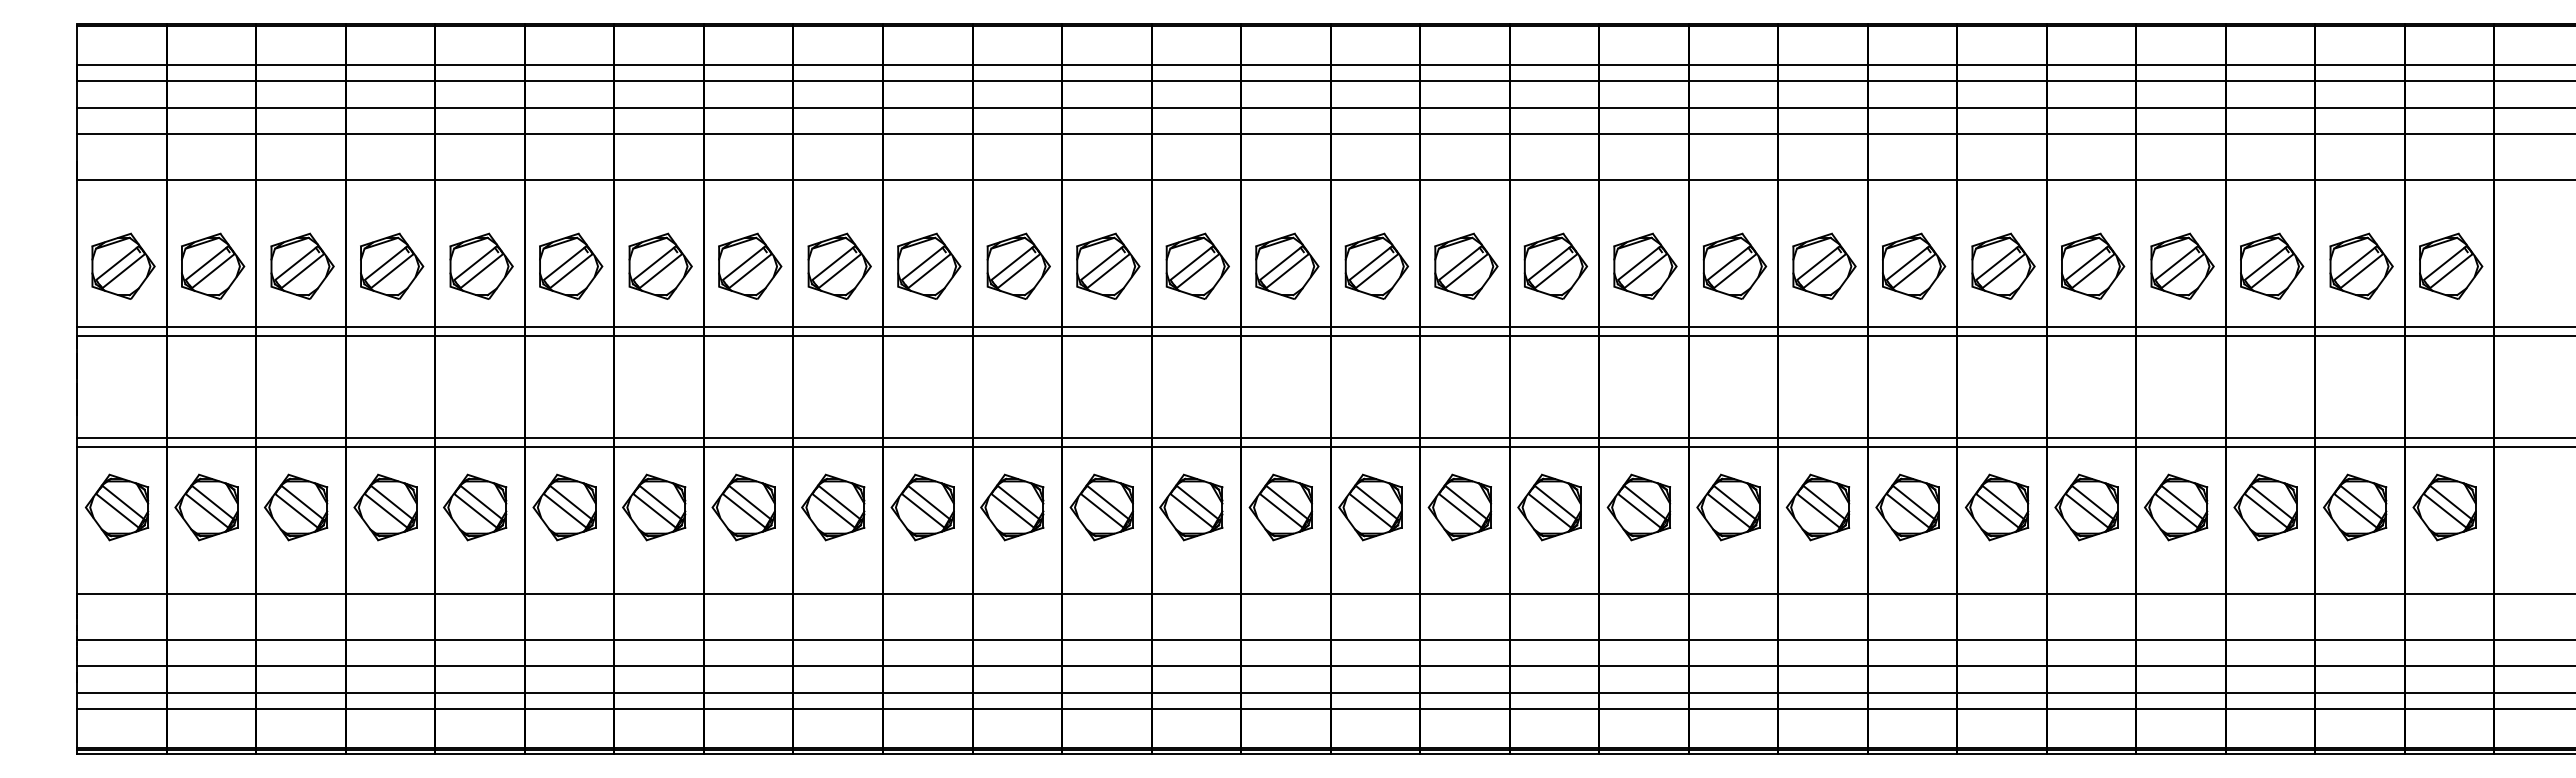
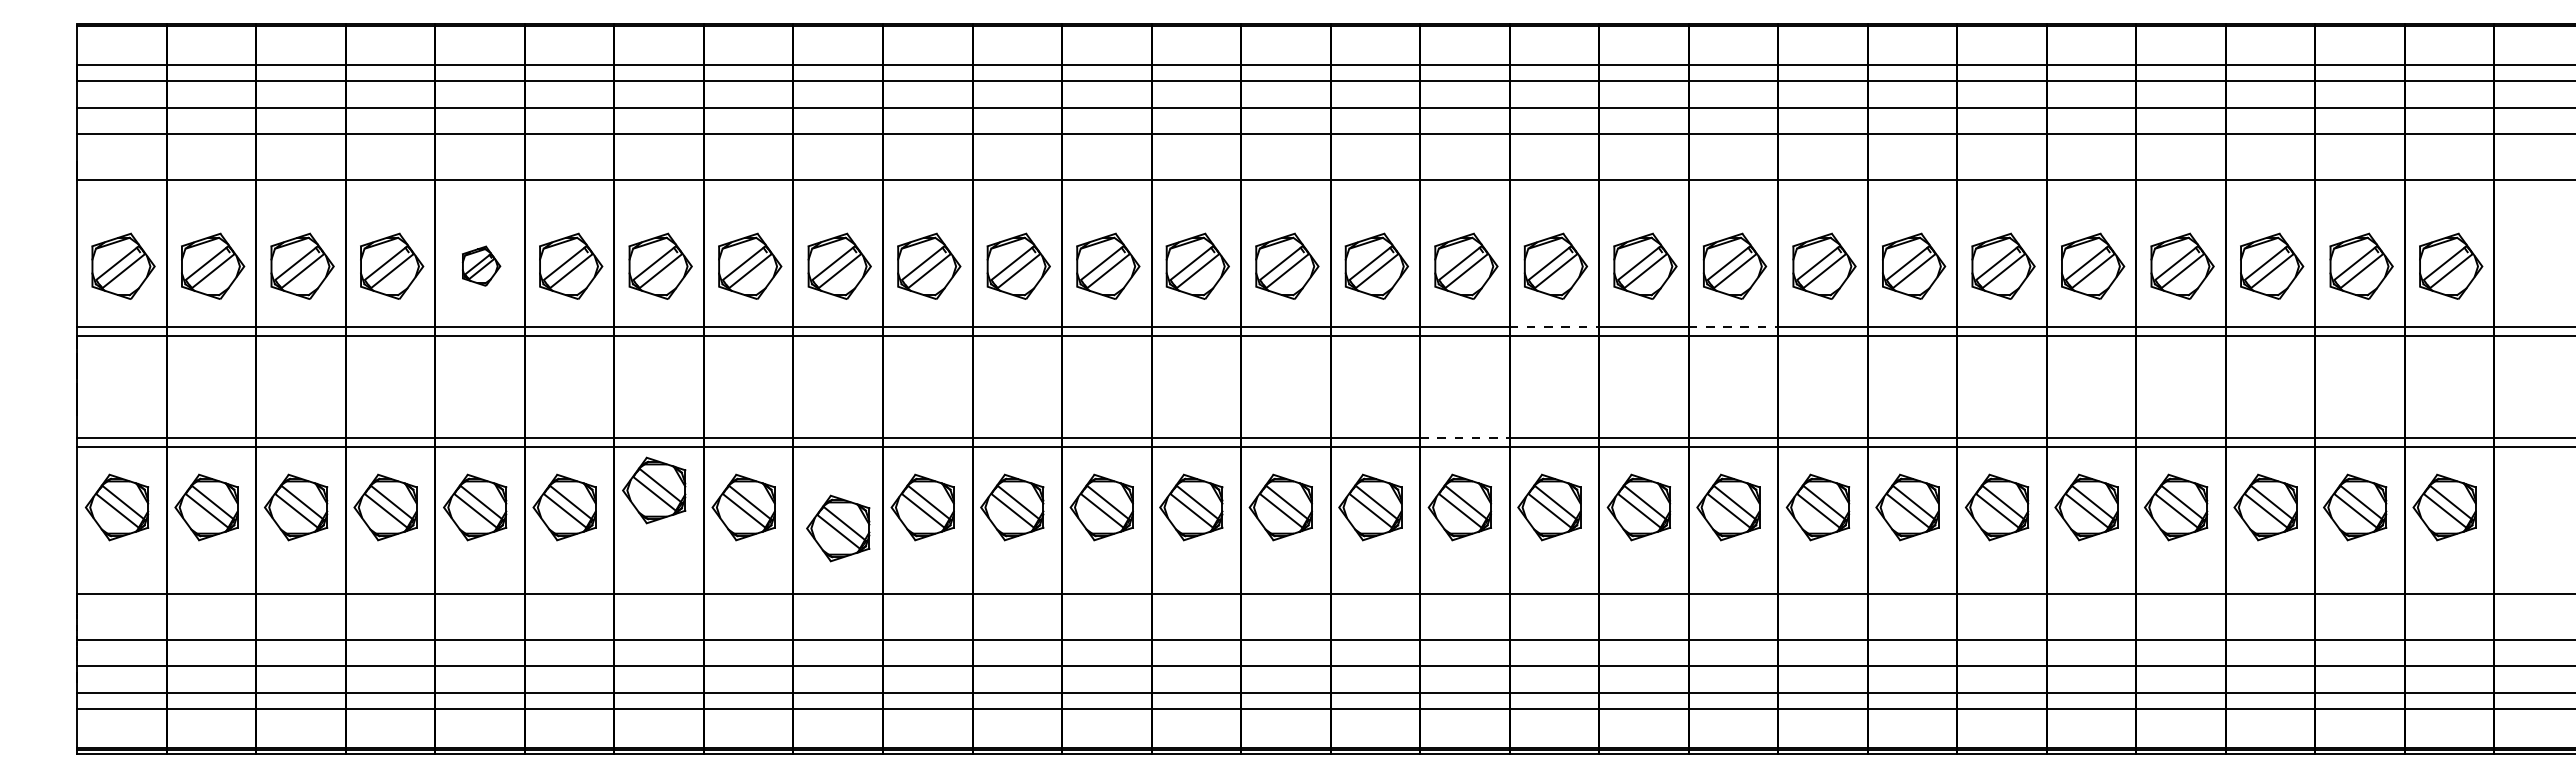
part at (481, 265) size: 65x68 px -> 41x42 px
line at (1554, 326): solid -> dashed
line at (1733, 326): solid -> dashed
line at (1464, 437): solid -> dashed
part at (654, 507) position: (654, 507) -> (654, 490)
part at (833, 507) position: (833, 507) -> (838, 528)
